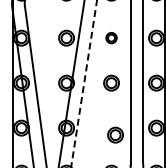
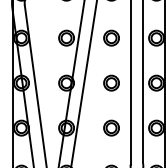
part at (111, 38) size: 13x13 px -> 17x18 px
line at (84, 84): dashed -> solid
part at (115, 134) position: (115, 134) -> (111, 127)
